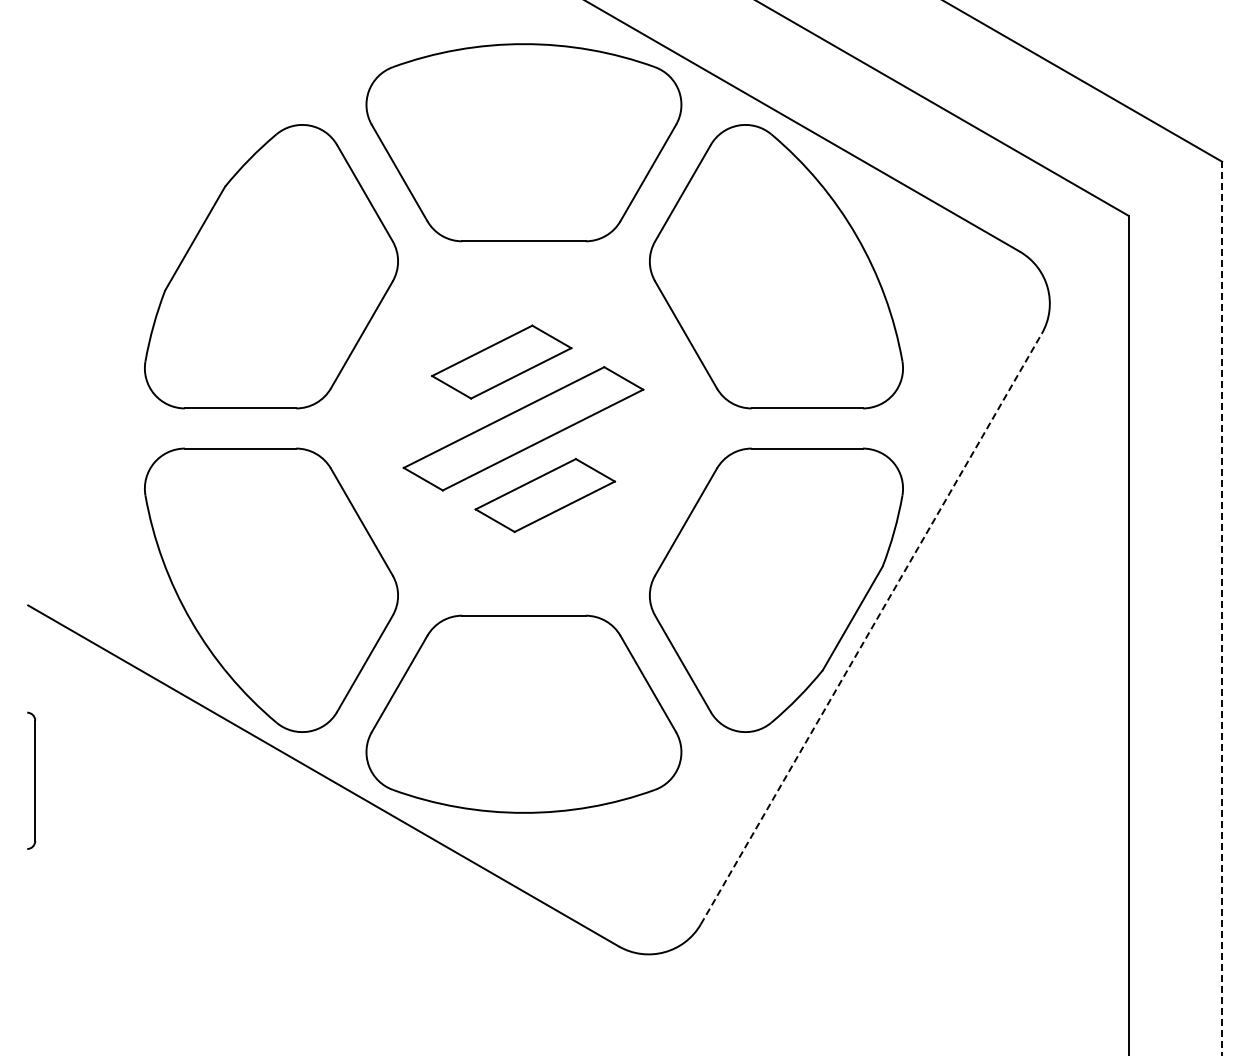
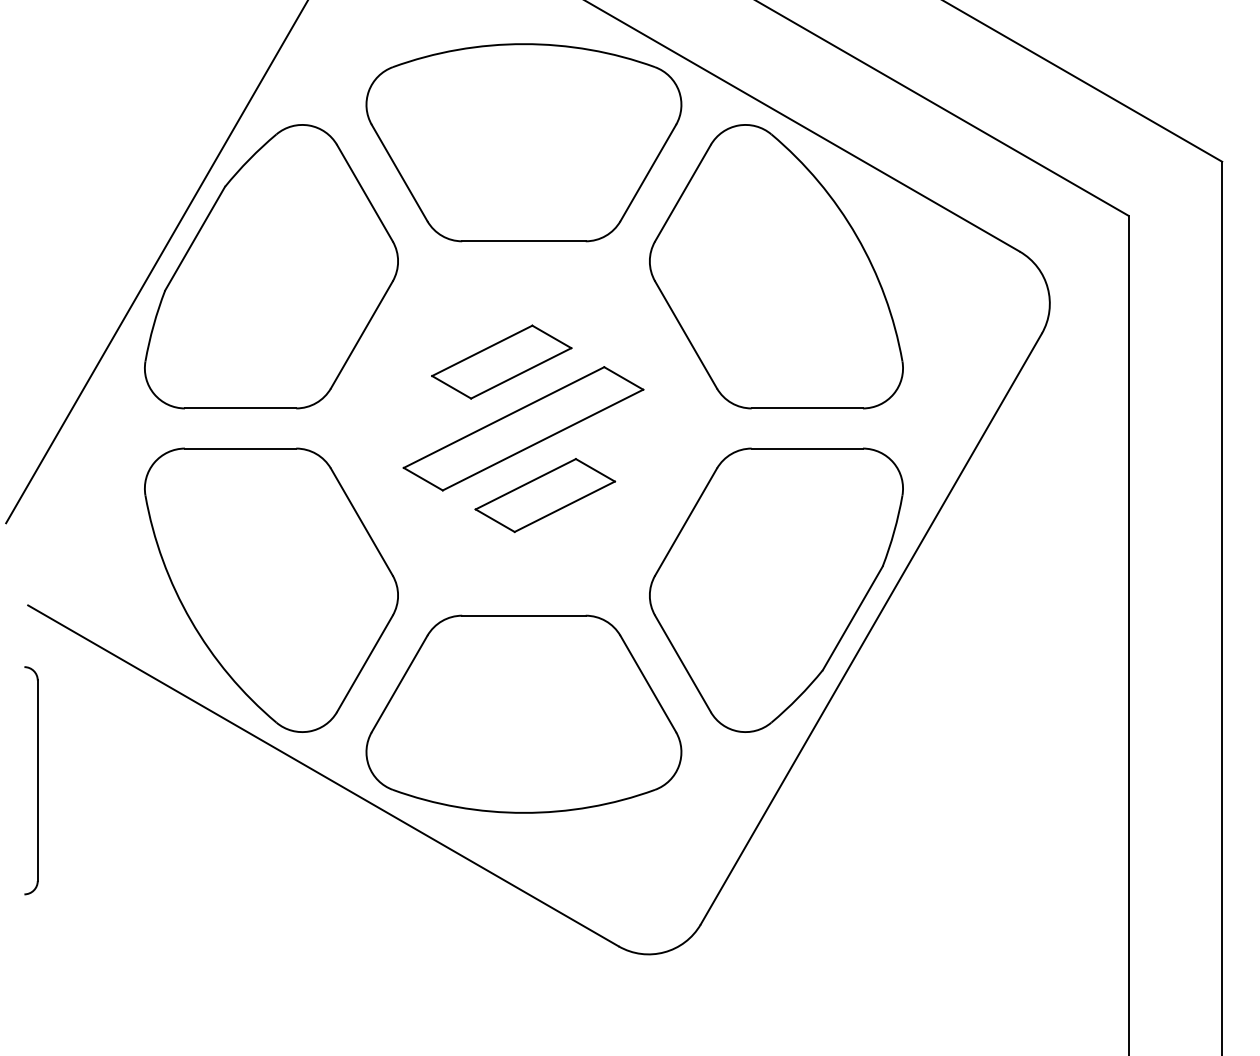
line at (156, 262): none -> present
line at (1222, 608): dashed -> solid
line at (871, 629): dashed -> solid
part at (31, 780) size: 10x139 px -> 15x230 px
